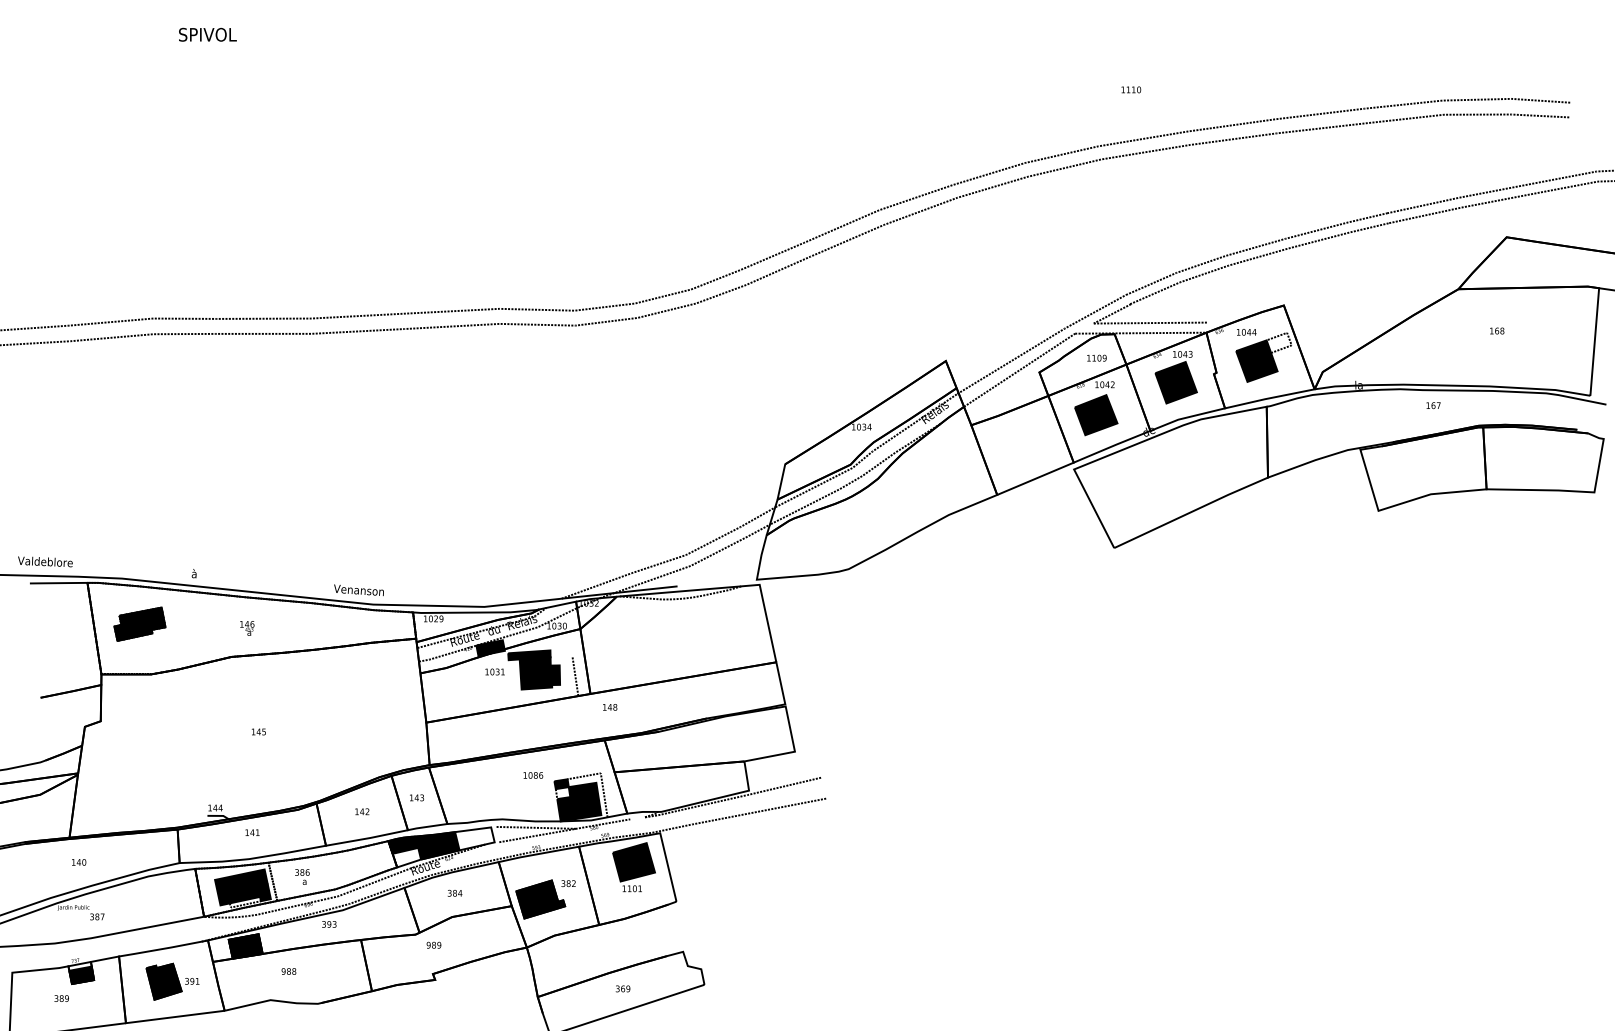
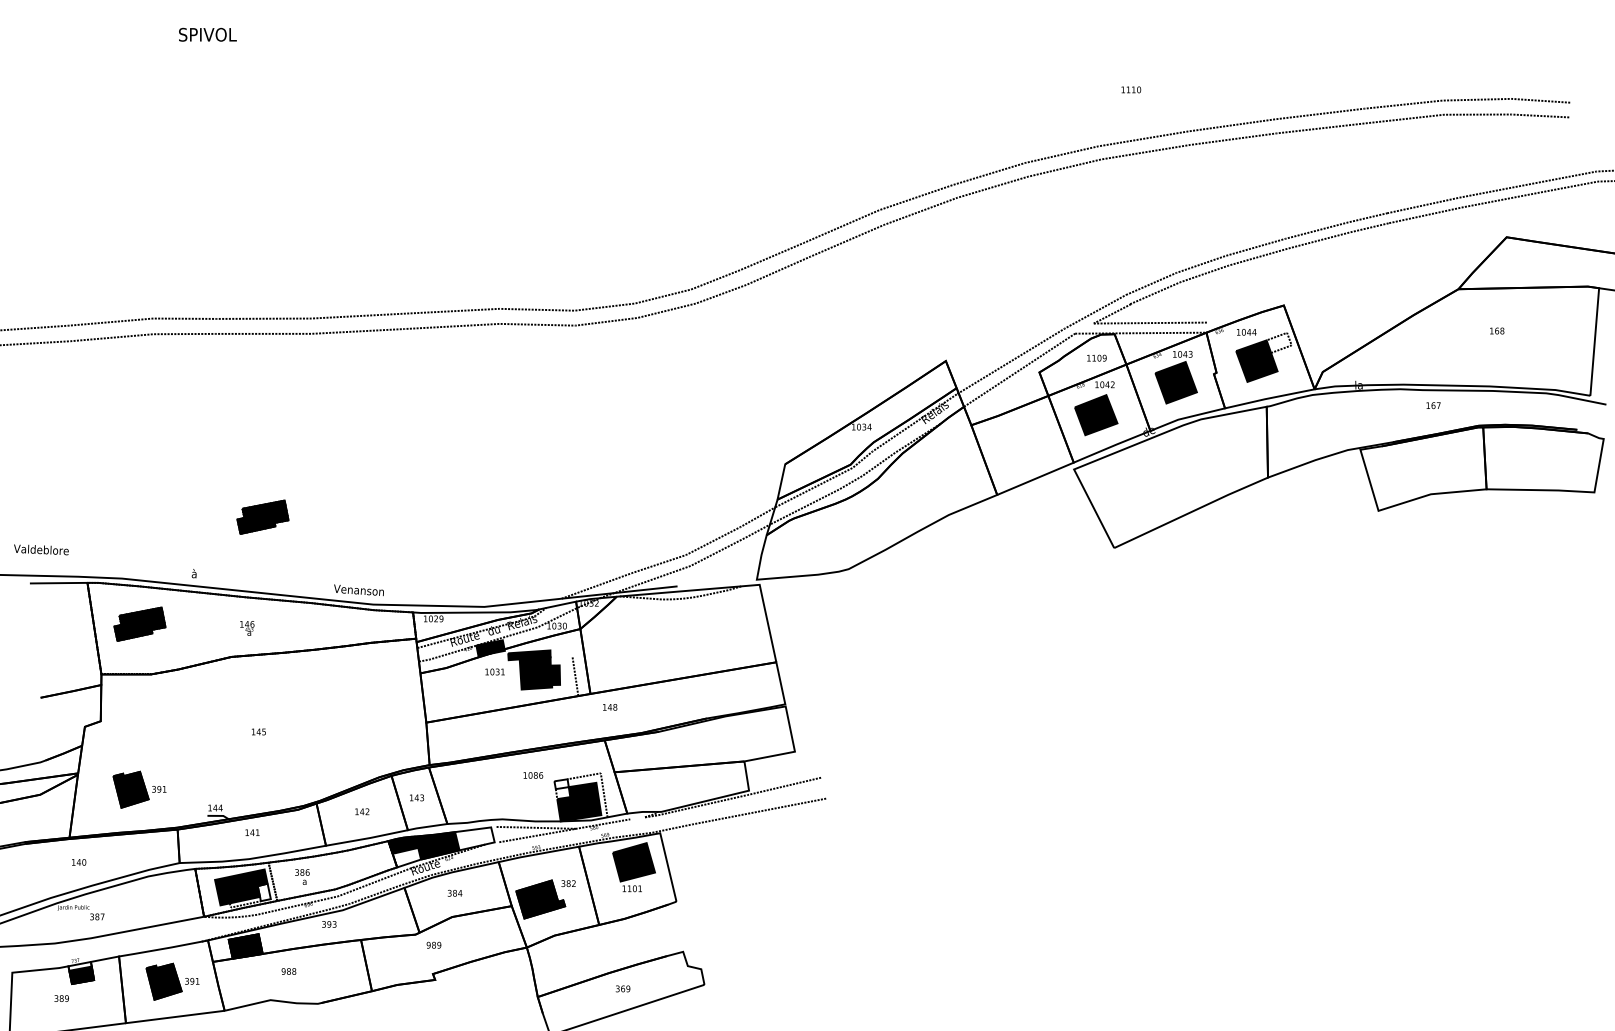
part at (262, 516): none -> present
text at (45, 561) position: (45, 561) -> (41, 549)
fill at (561, 784): present -> none
part at (139, 789): none -> present
fill at (263, 892): present -> none
